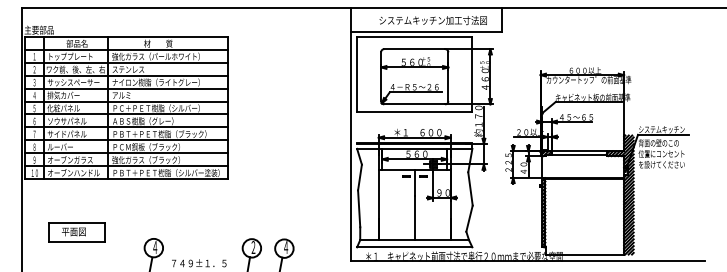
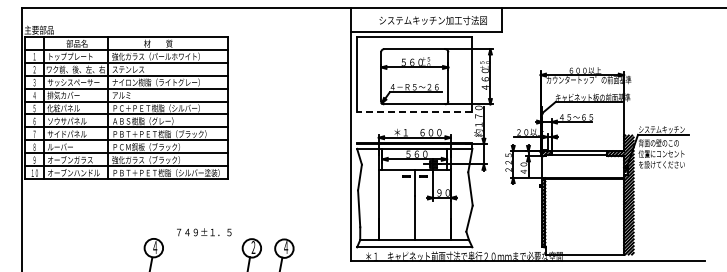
line at (414, 111): solid -> dashed
part at (76, 232): present -> none
text at (199, 263) position: (199, 263) -> (204, 232)
